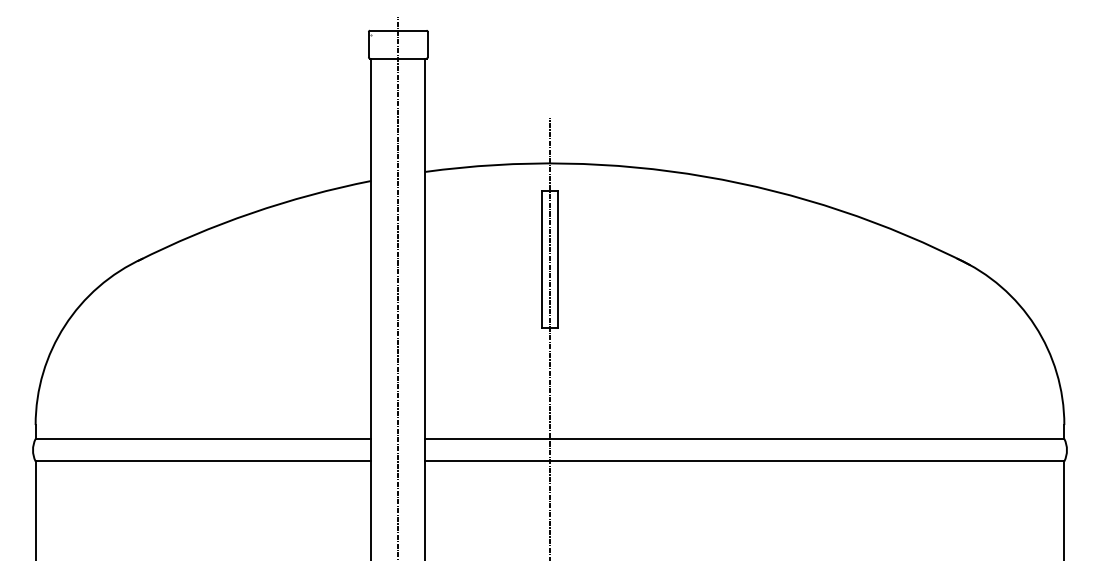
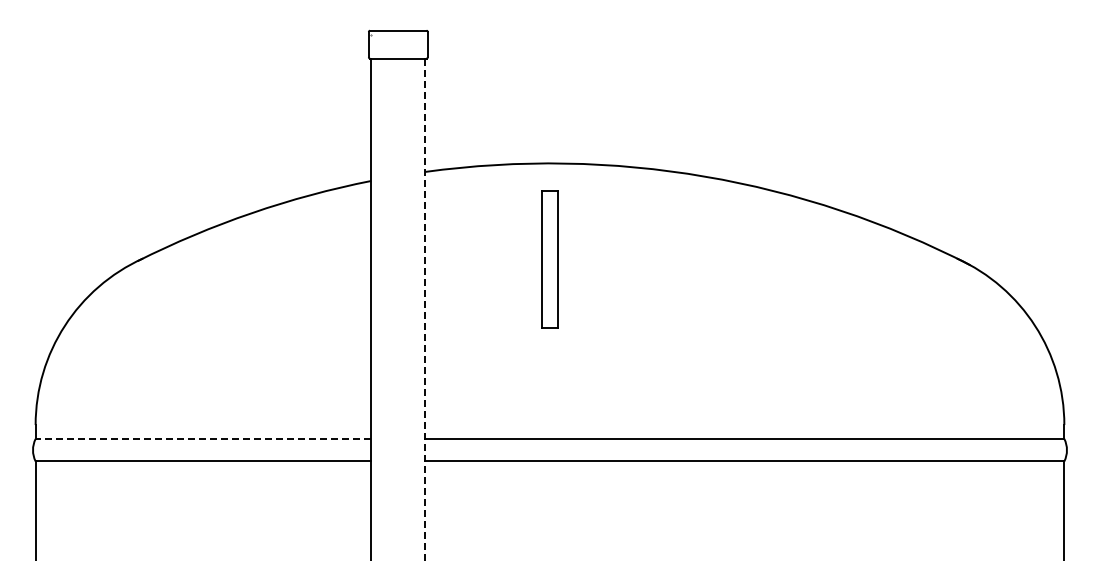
line at (398, 286): present -> none
line at (425, 309): solid -> dashed
line at (550, 337): present -> none
line at (203, 438): solid -> dashed
